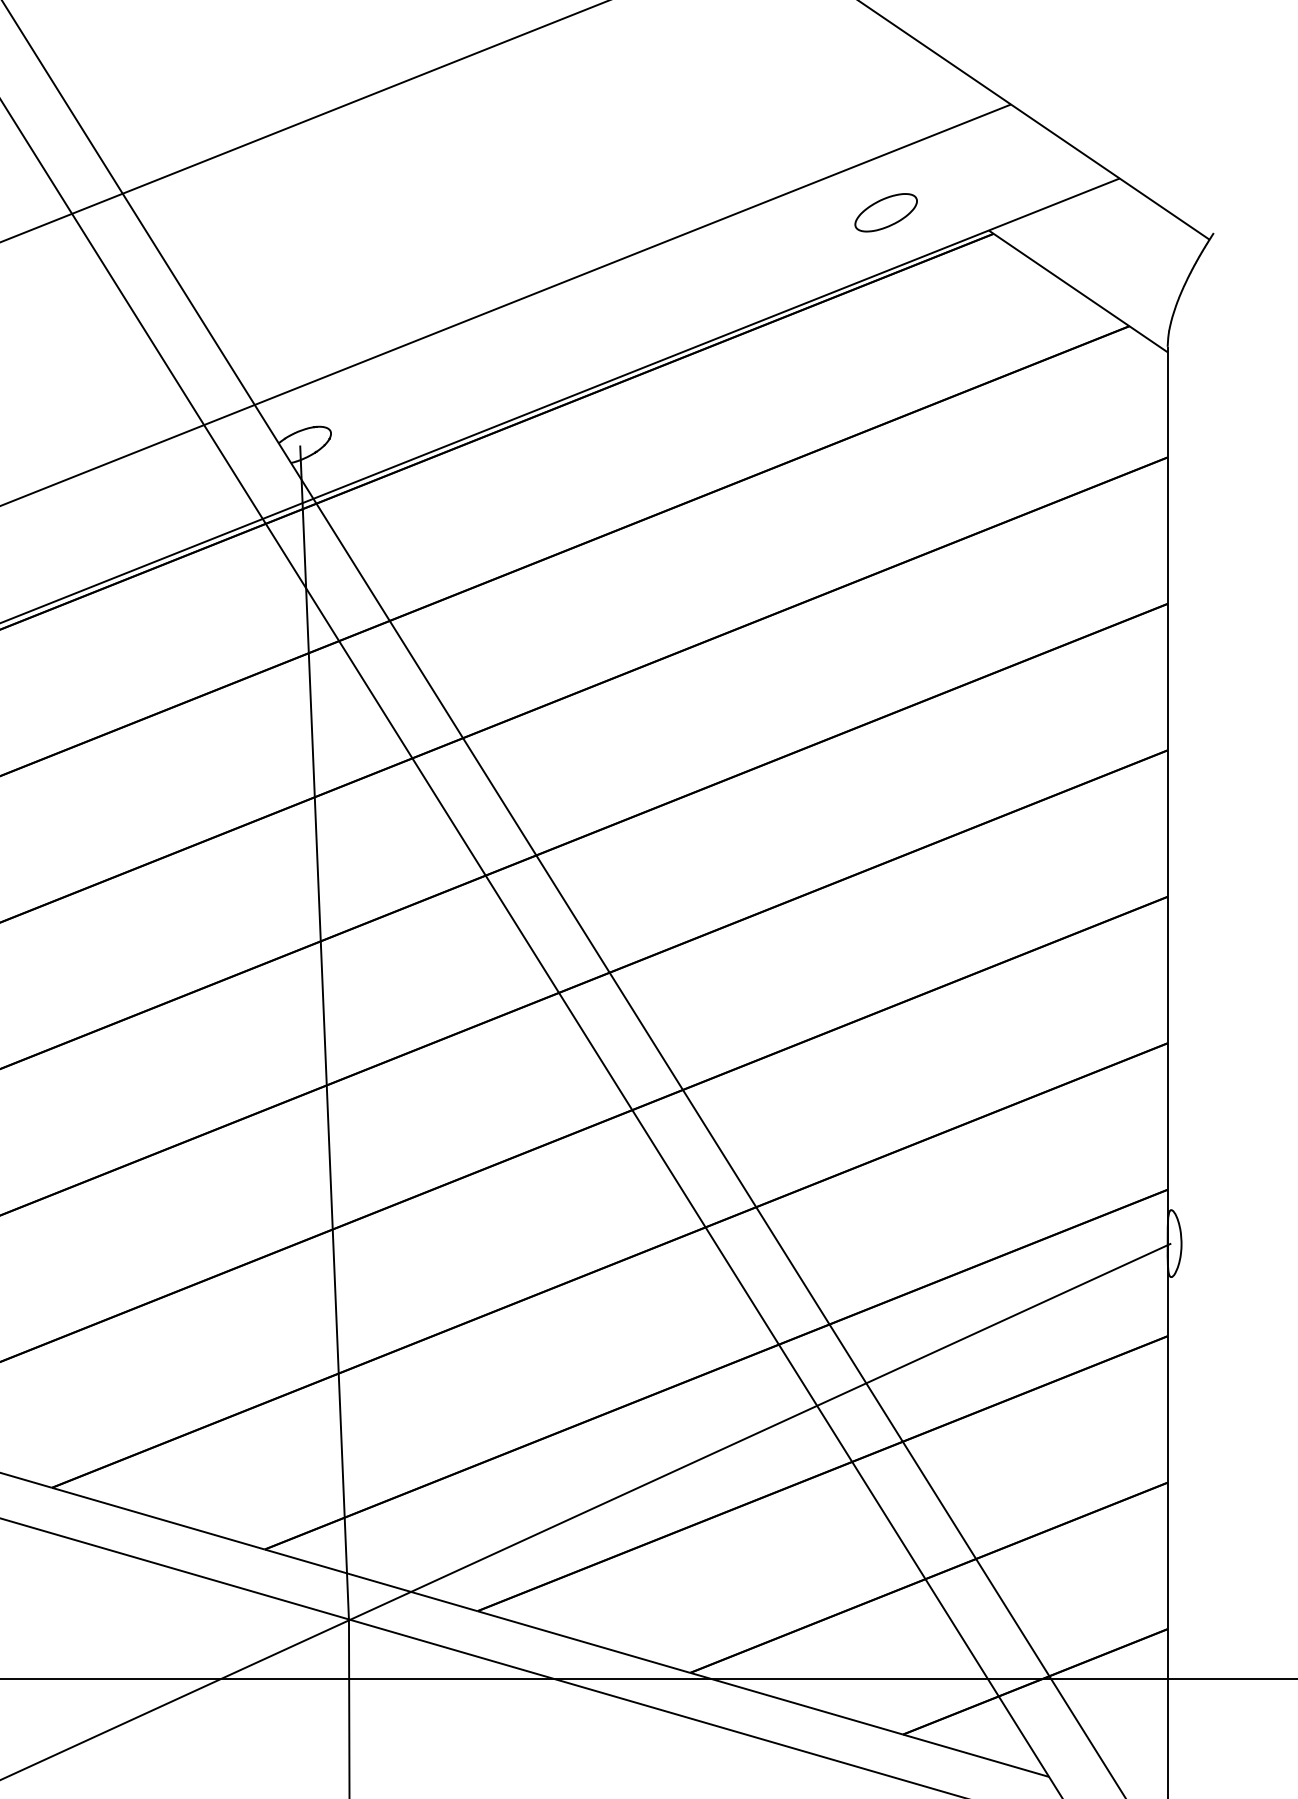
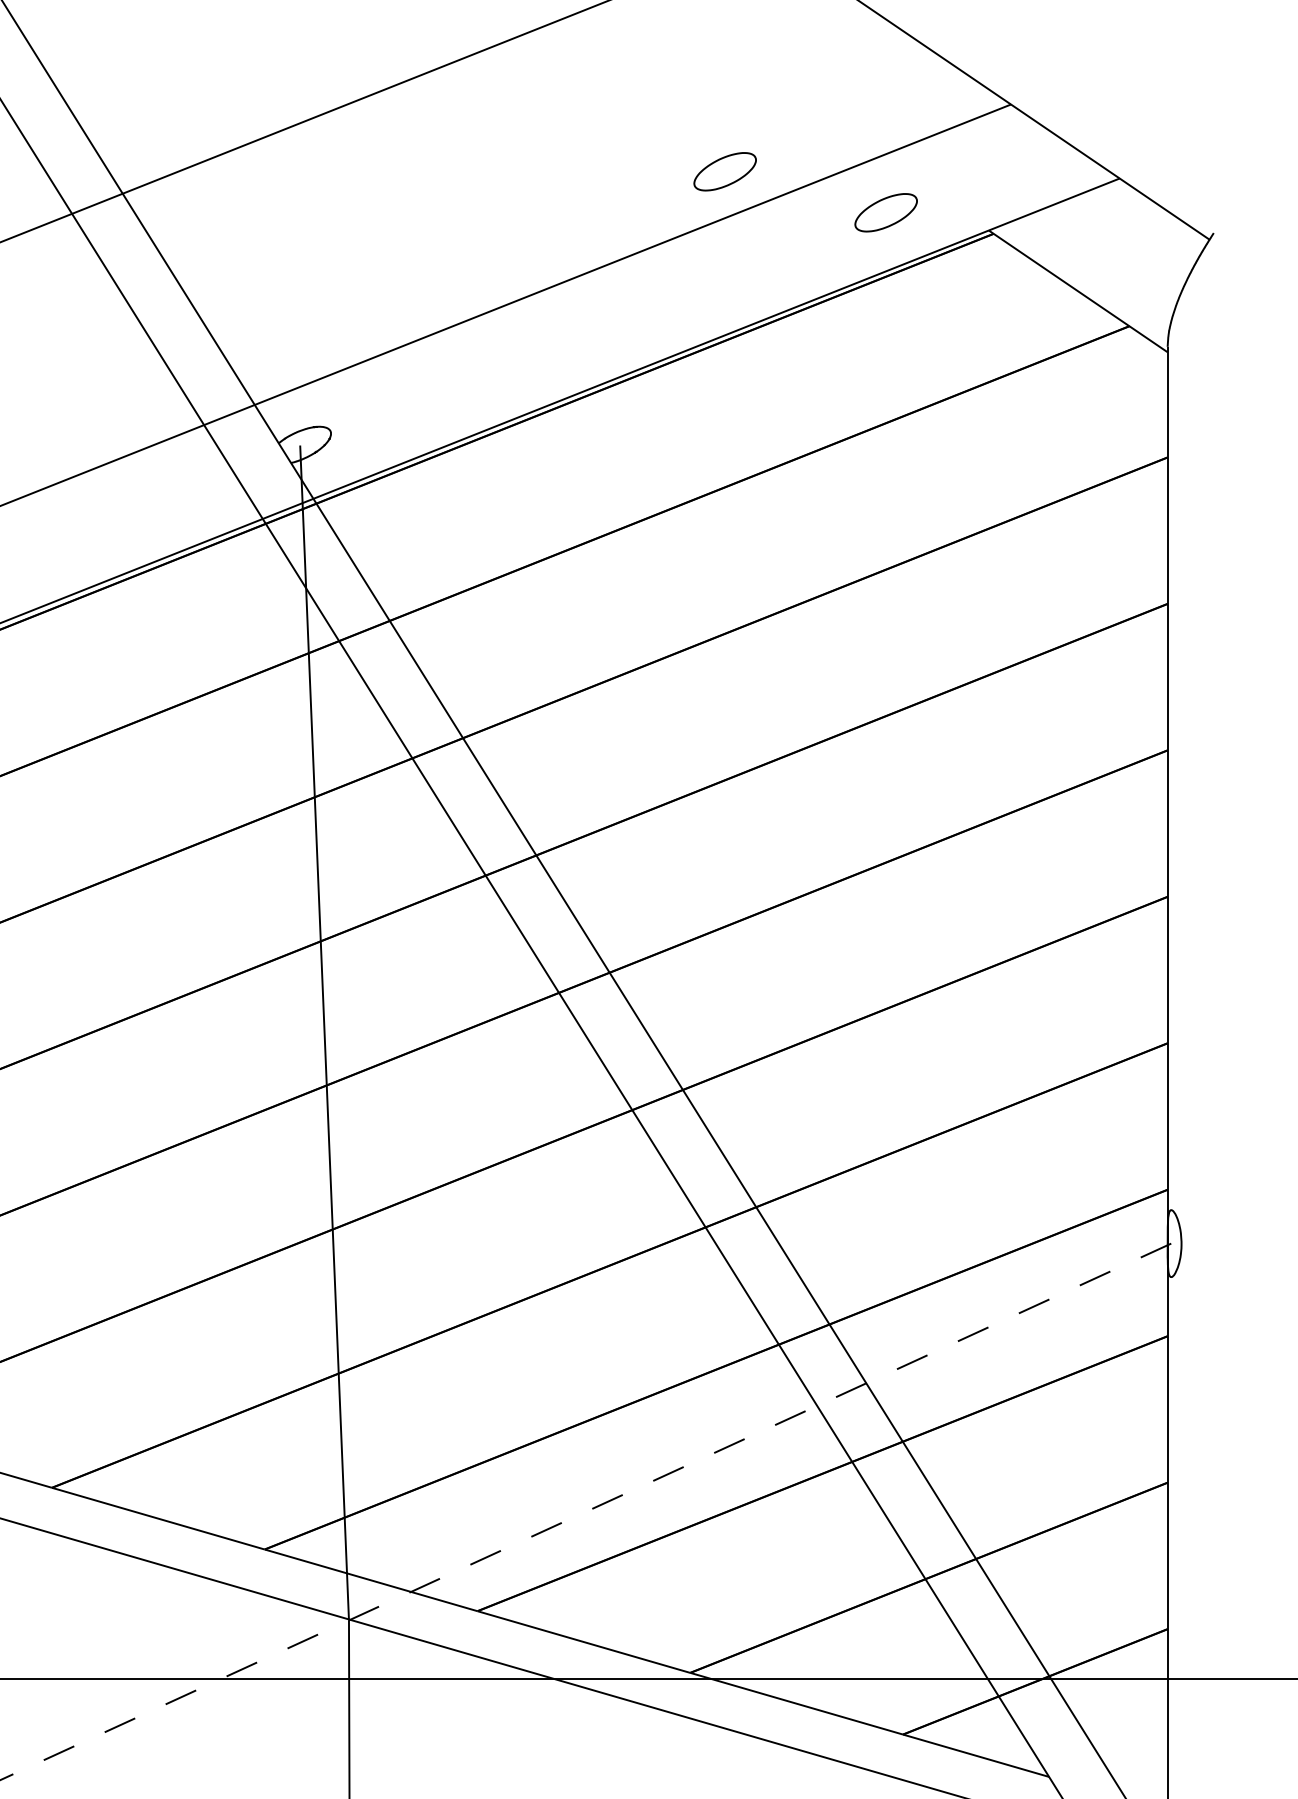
part at (724, 171): none -> present
line at (585, 1511): solid -> dashed
